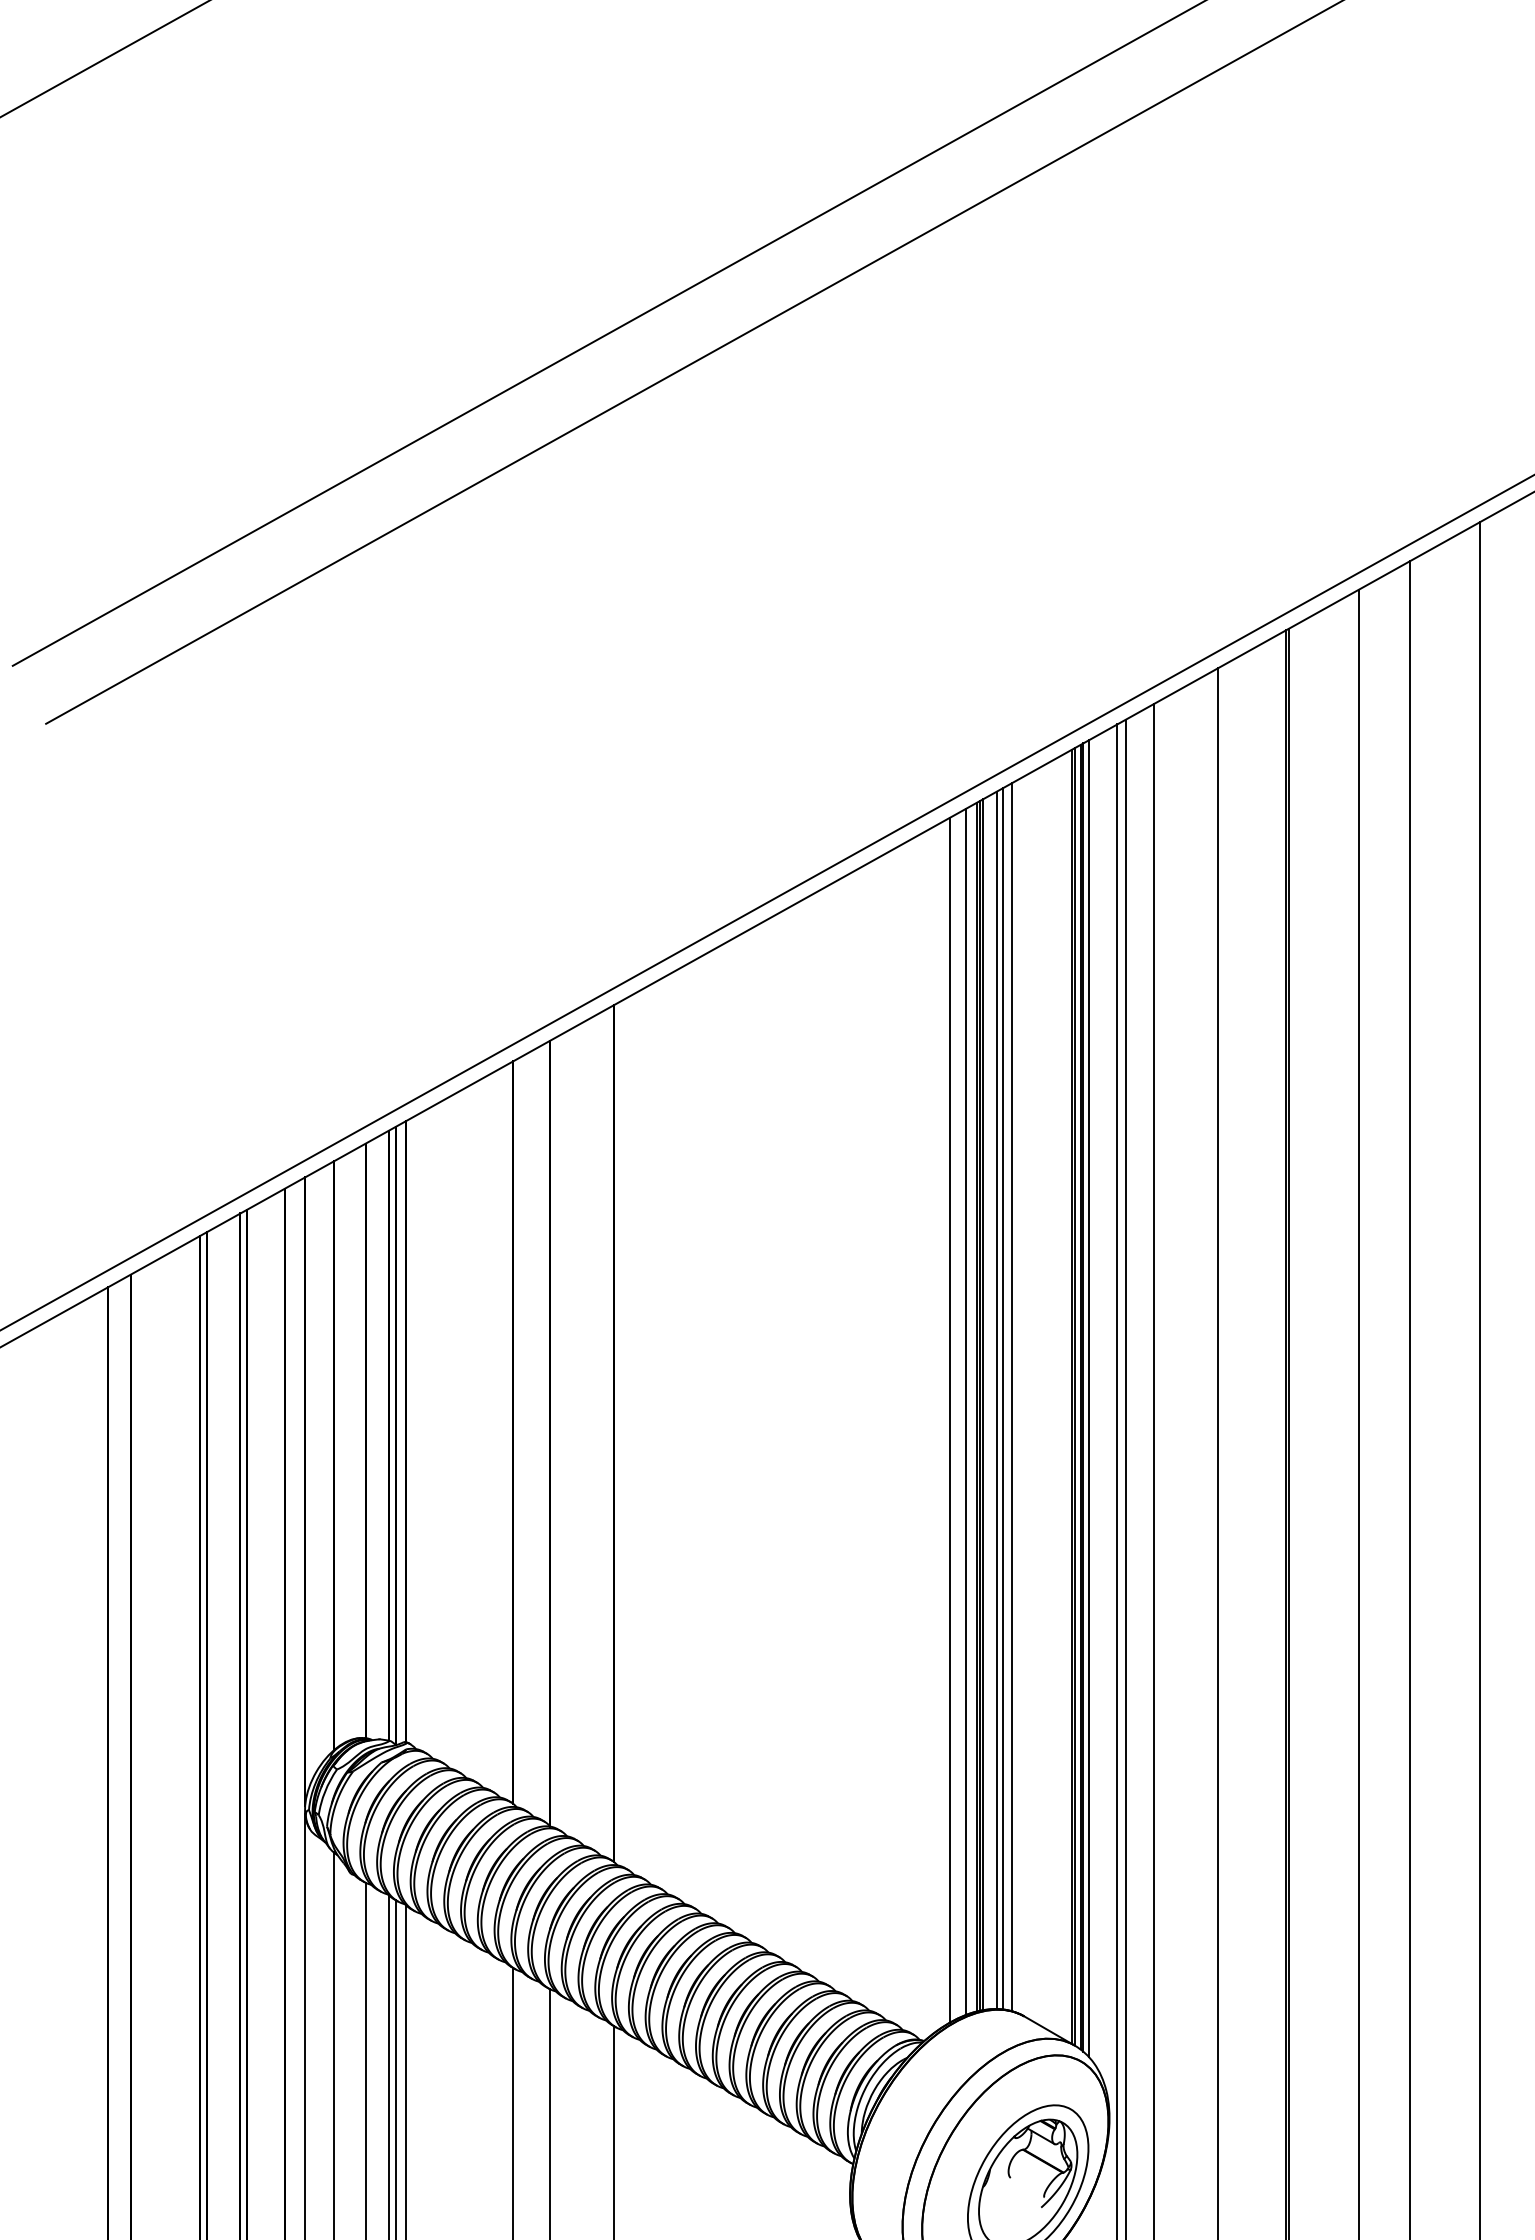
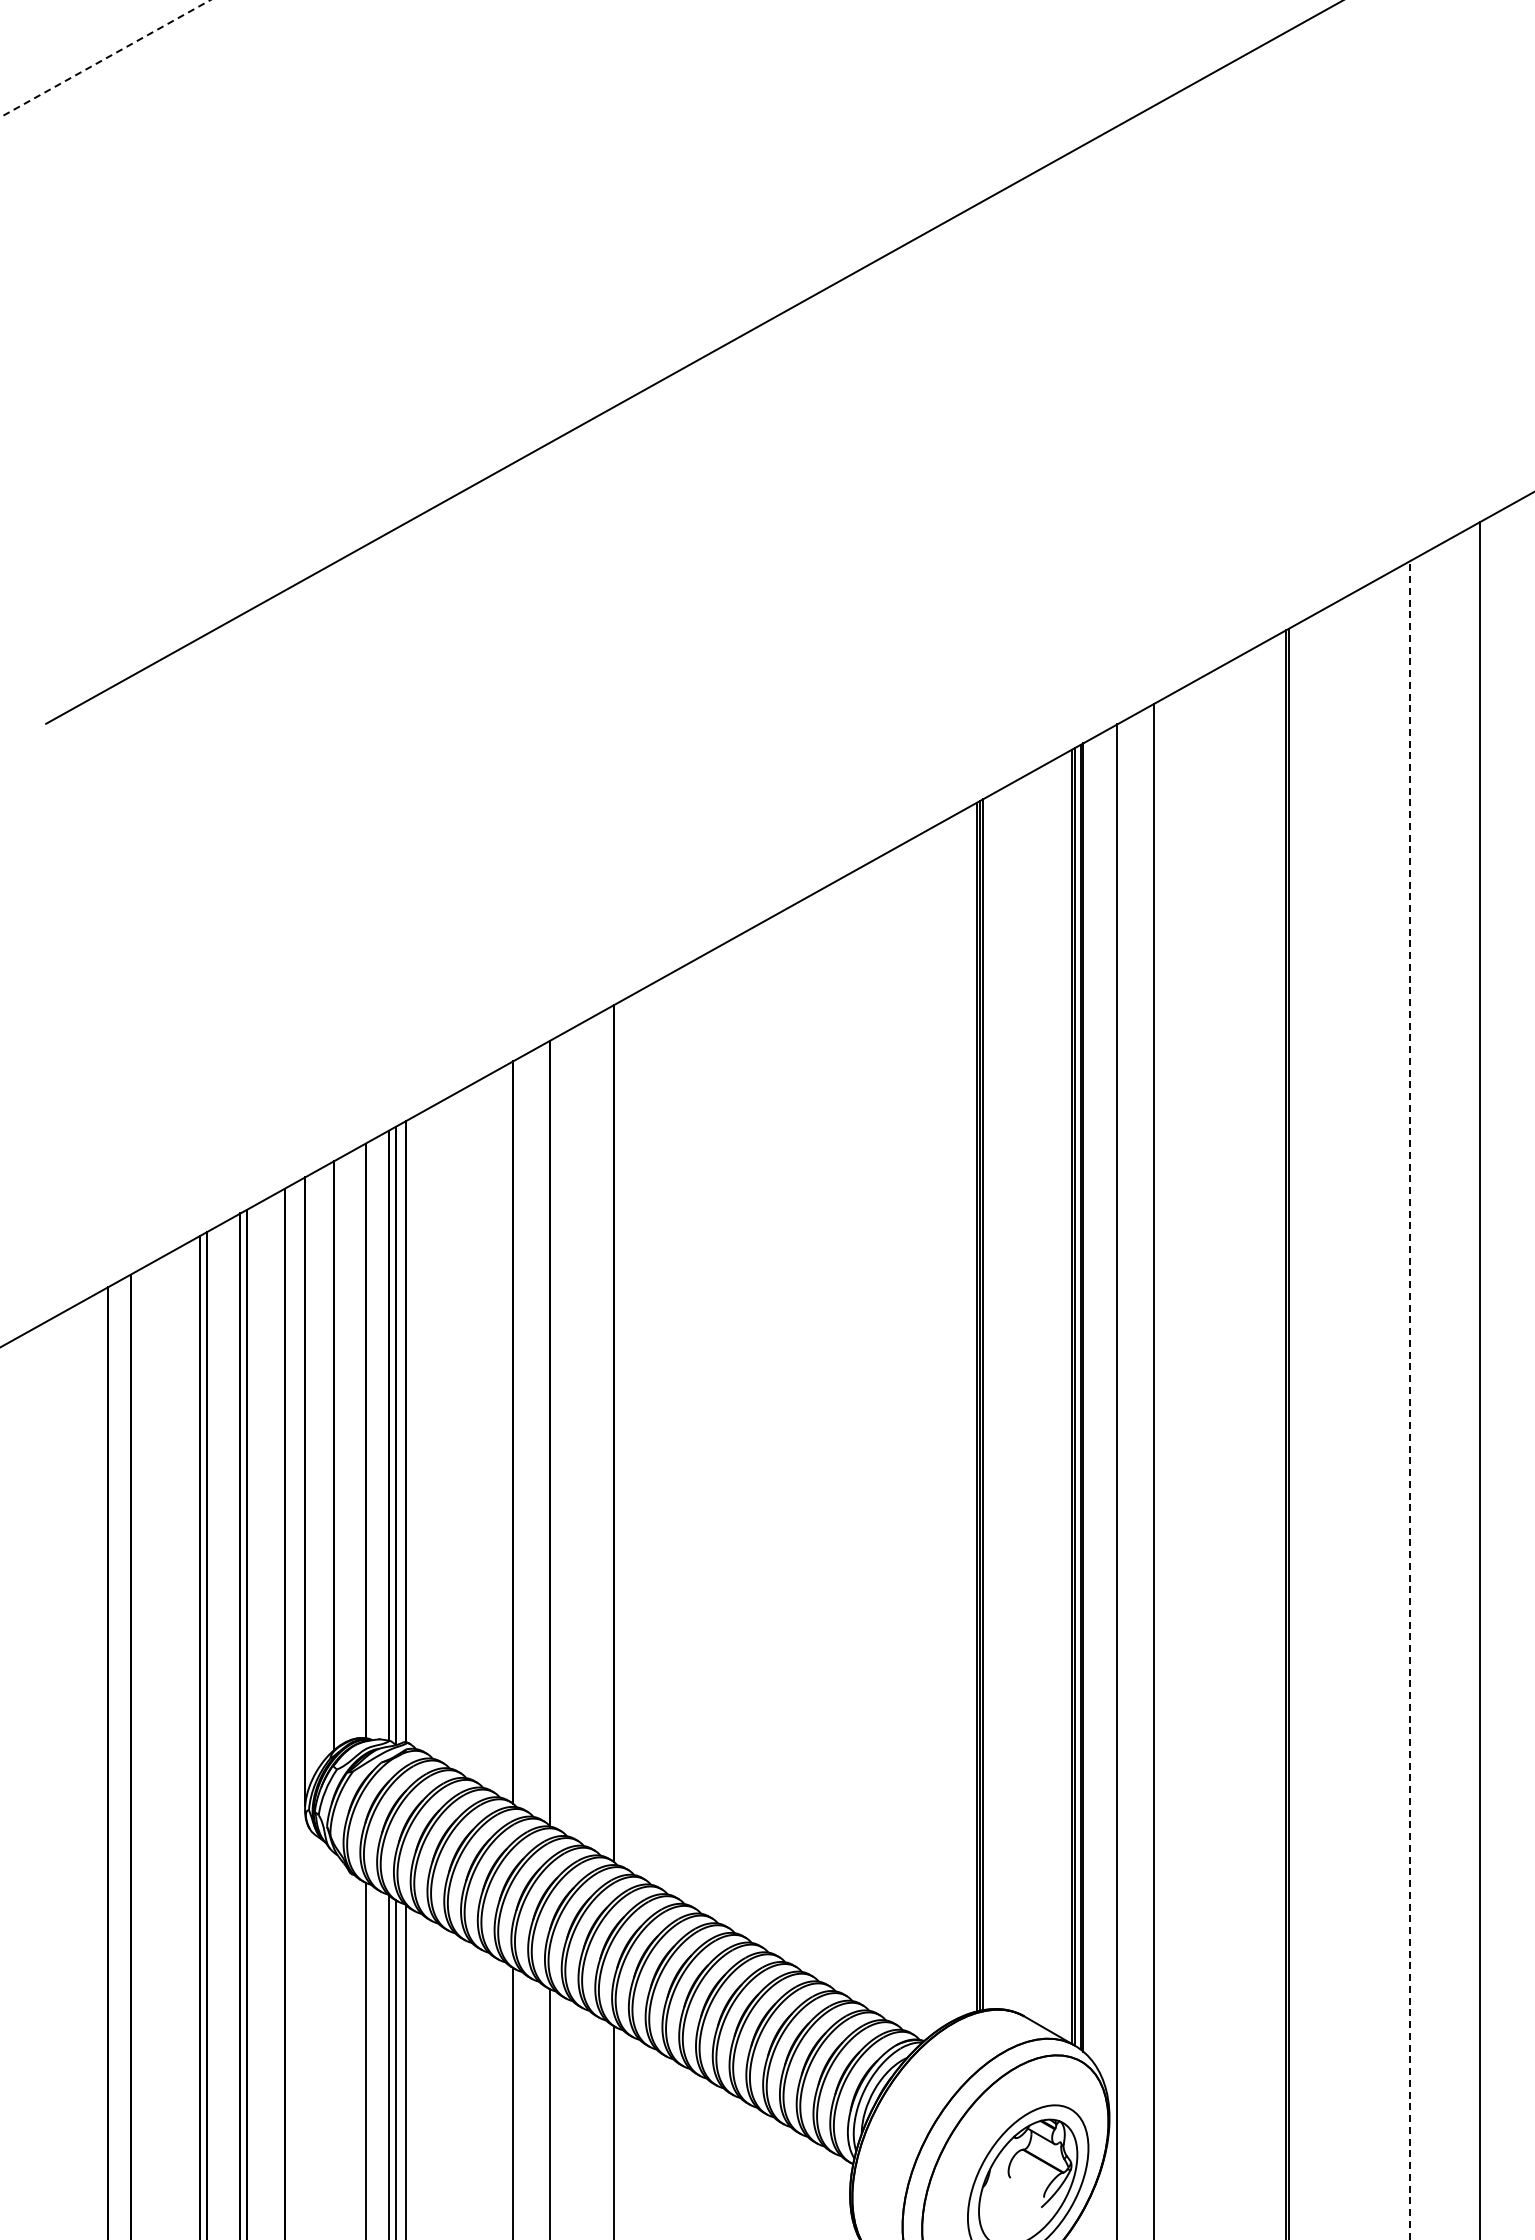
line at (105, 58): solid -> dashed
line at (607, 333): present -> none
line at (766, 902): present -> none
line at (1011, 1397): present -> none
line at (1002, 1398): present -> none
line at (1089, 1398): present -> none
line at (996, 1400): present -> none
line at (1409, 1400): solid -> dashed
line at (966, 1411): present -> none
line at (1359, 1412): present -> none
line at (949, 1419): present -> none
line at (1218, 1452): present -> none
line at (1125, 1477): present -> none
line at (305, 2025): present -> none
line at (333, 2044): present -> none
